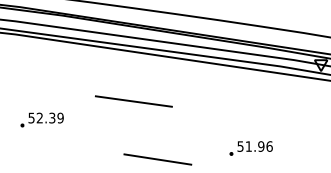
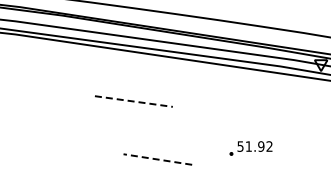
line at (134, 101): solid -> dashed
part at (41, 119): present -> none
text at (269, 146): 51.96 -> 51.92
line at (157, 159): solid -> dashed
